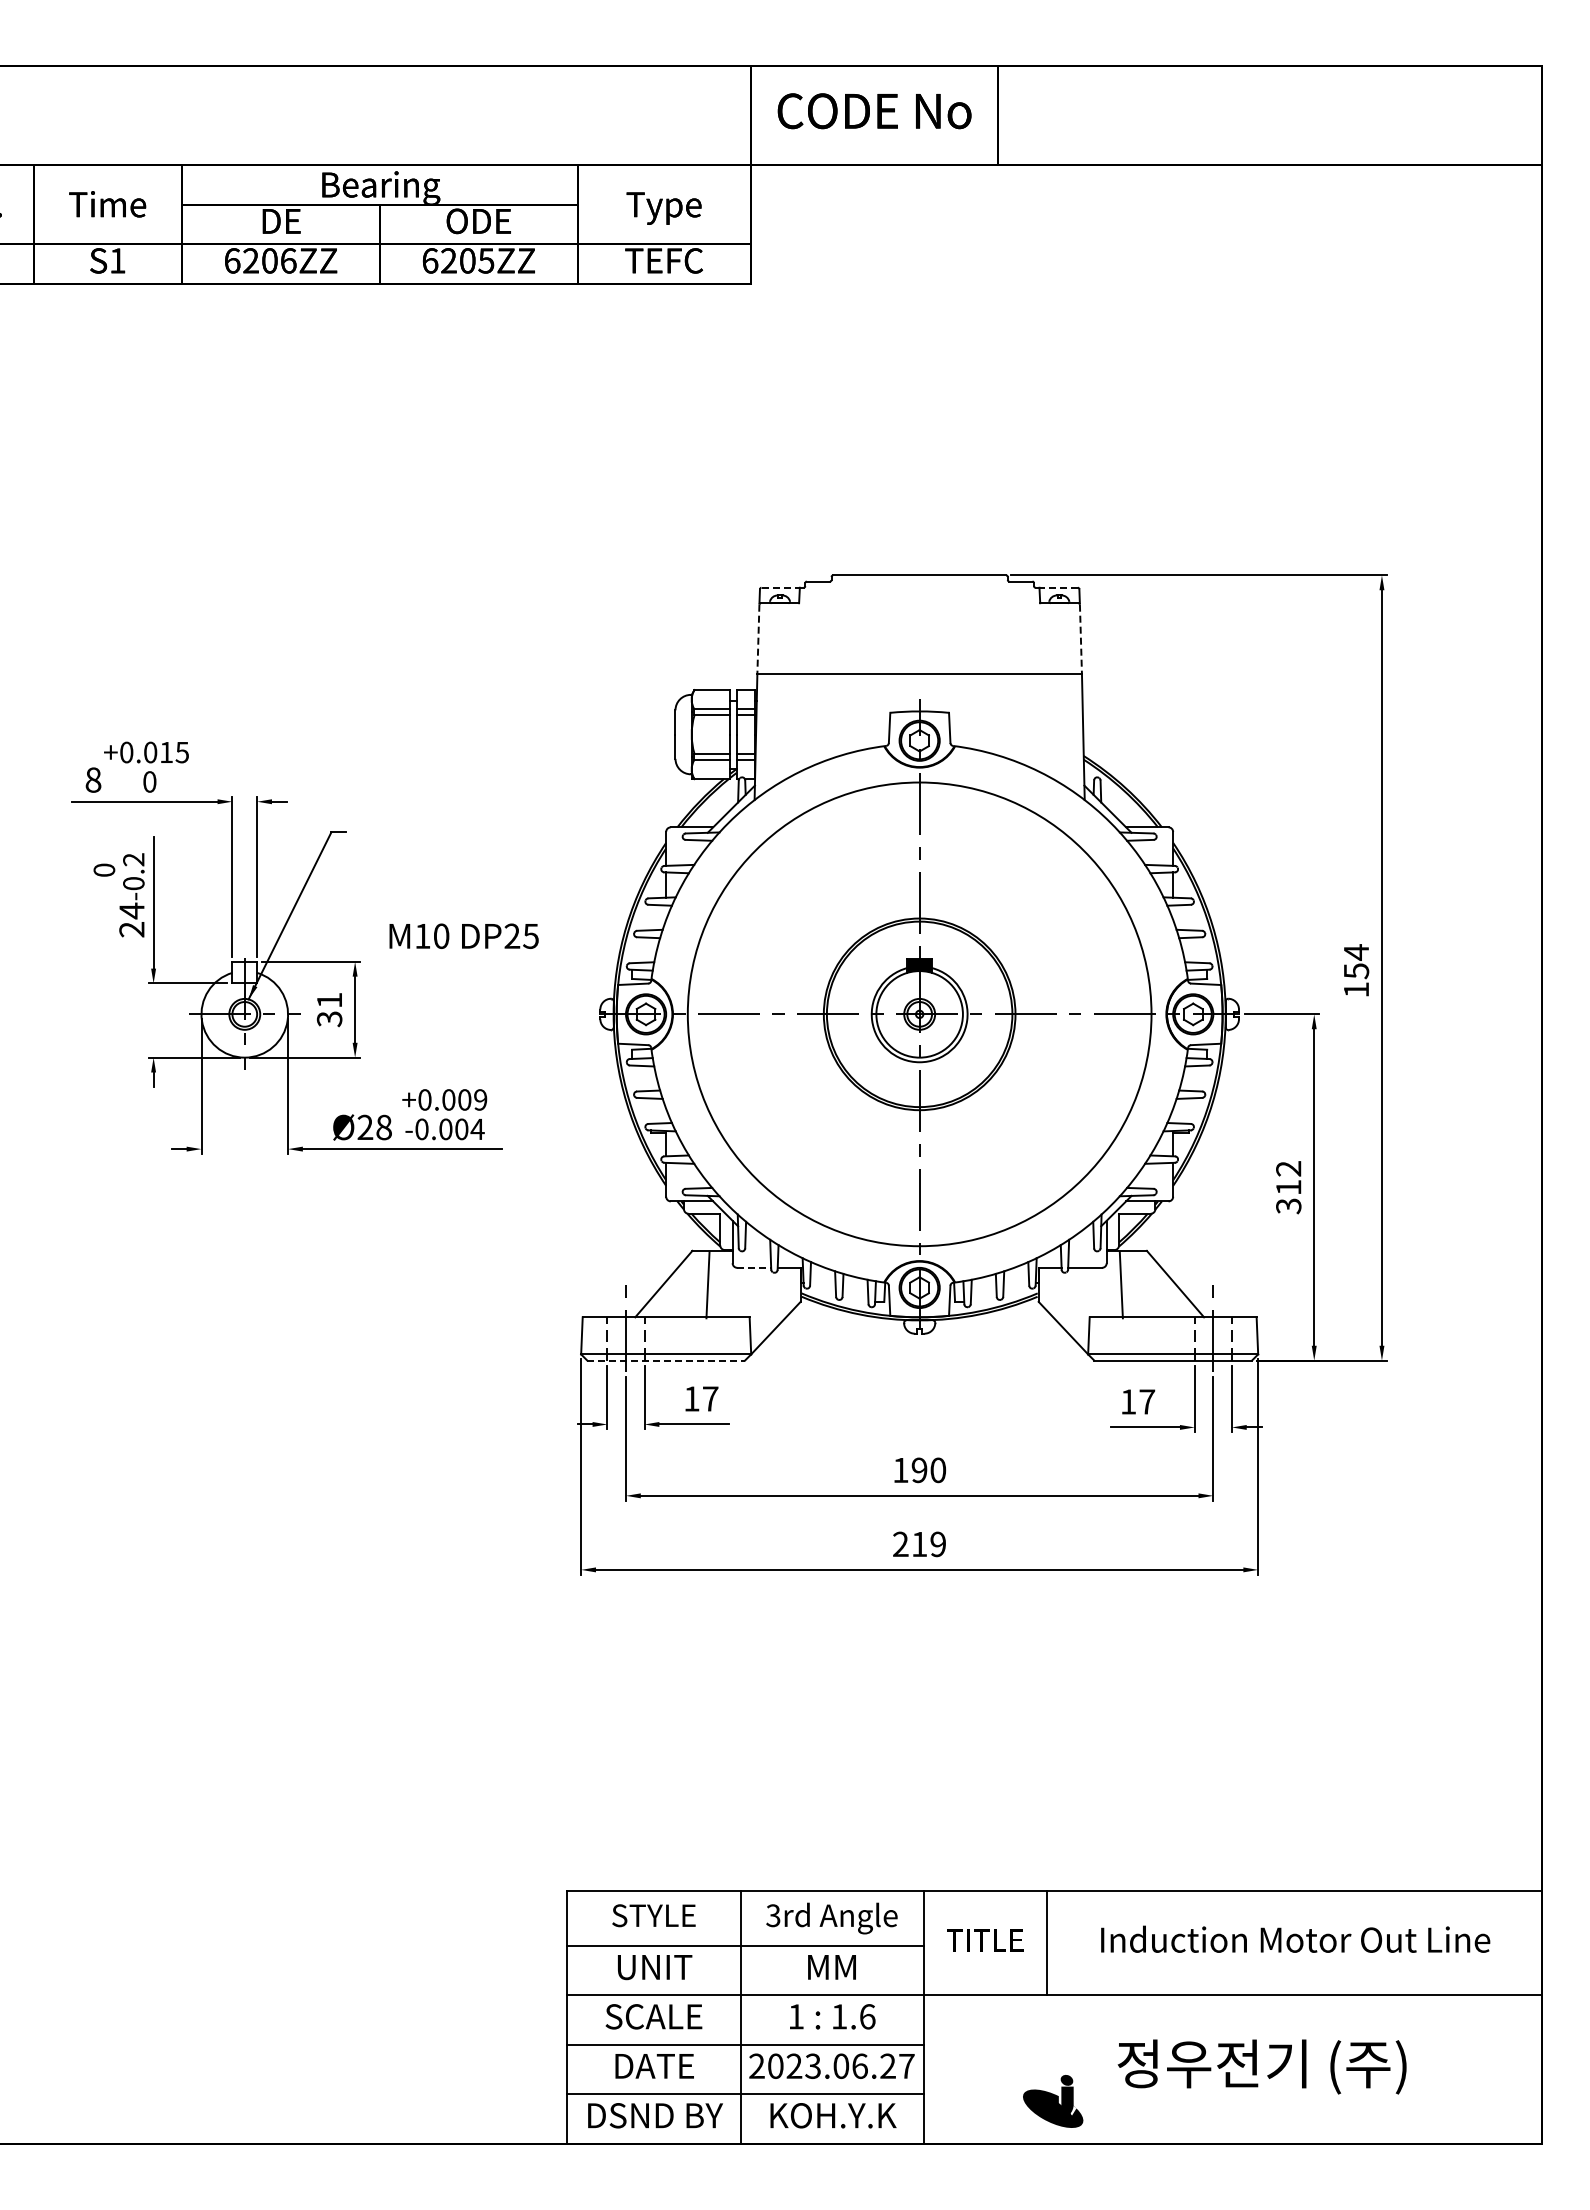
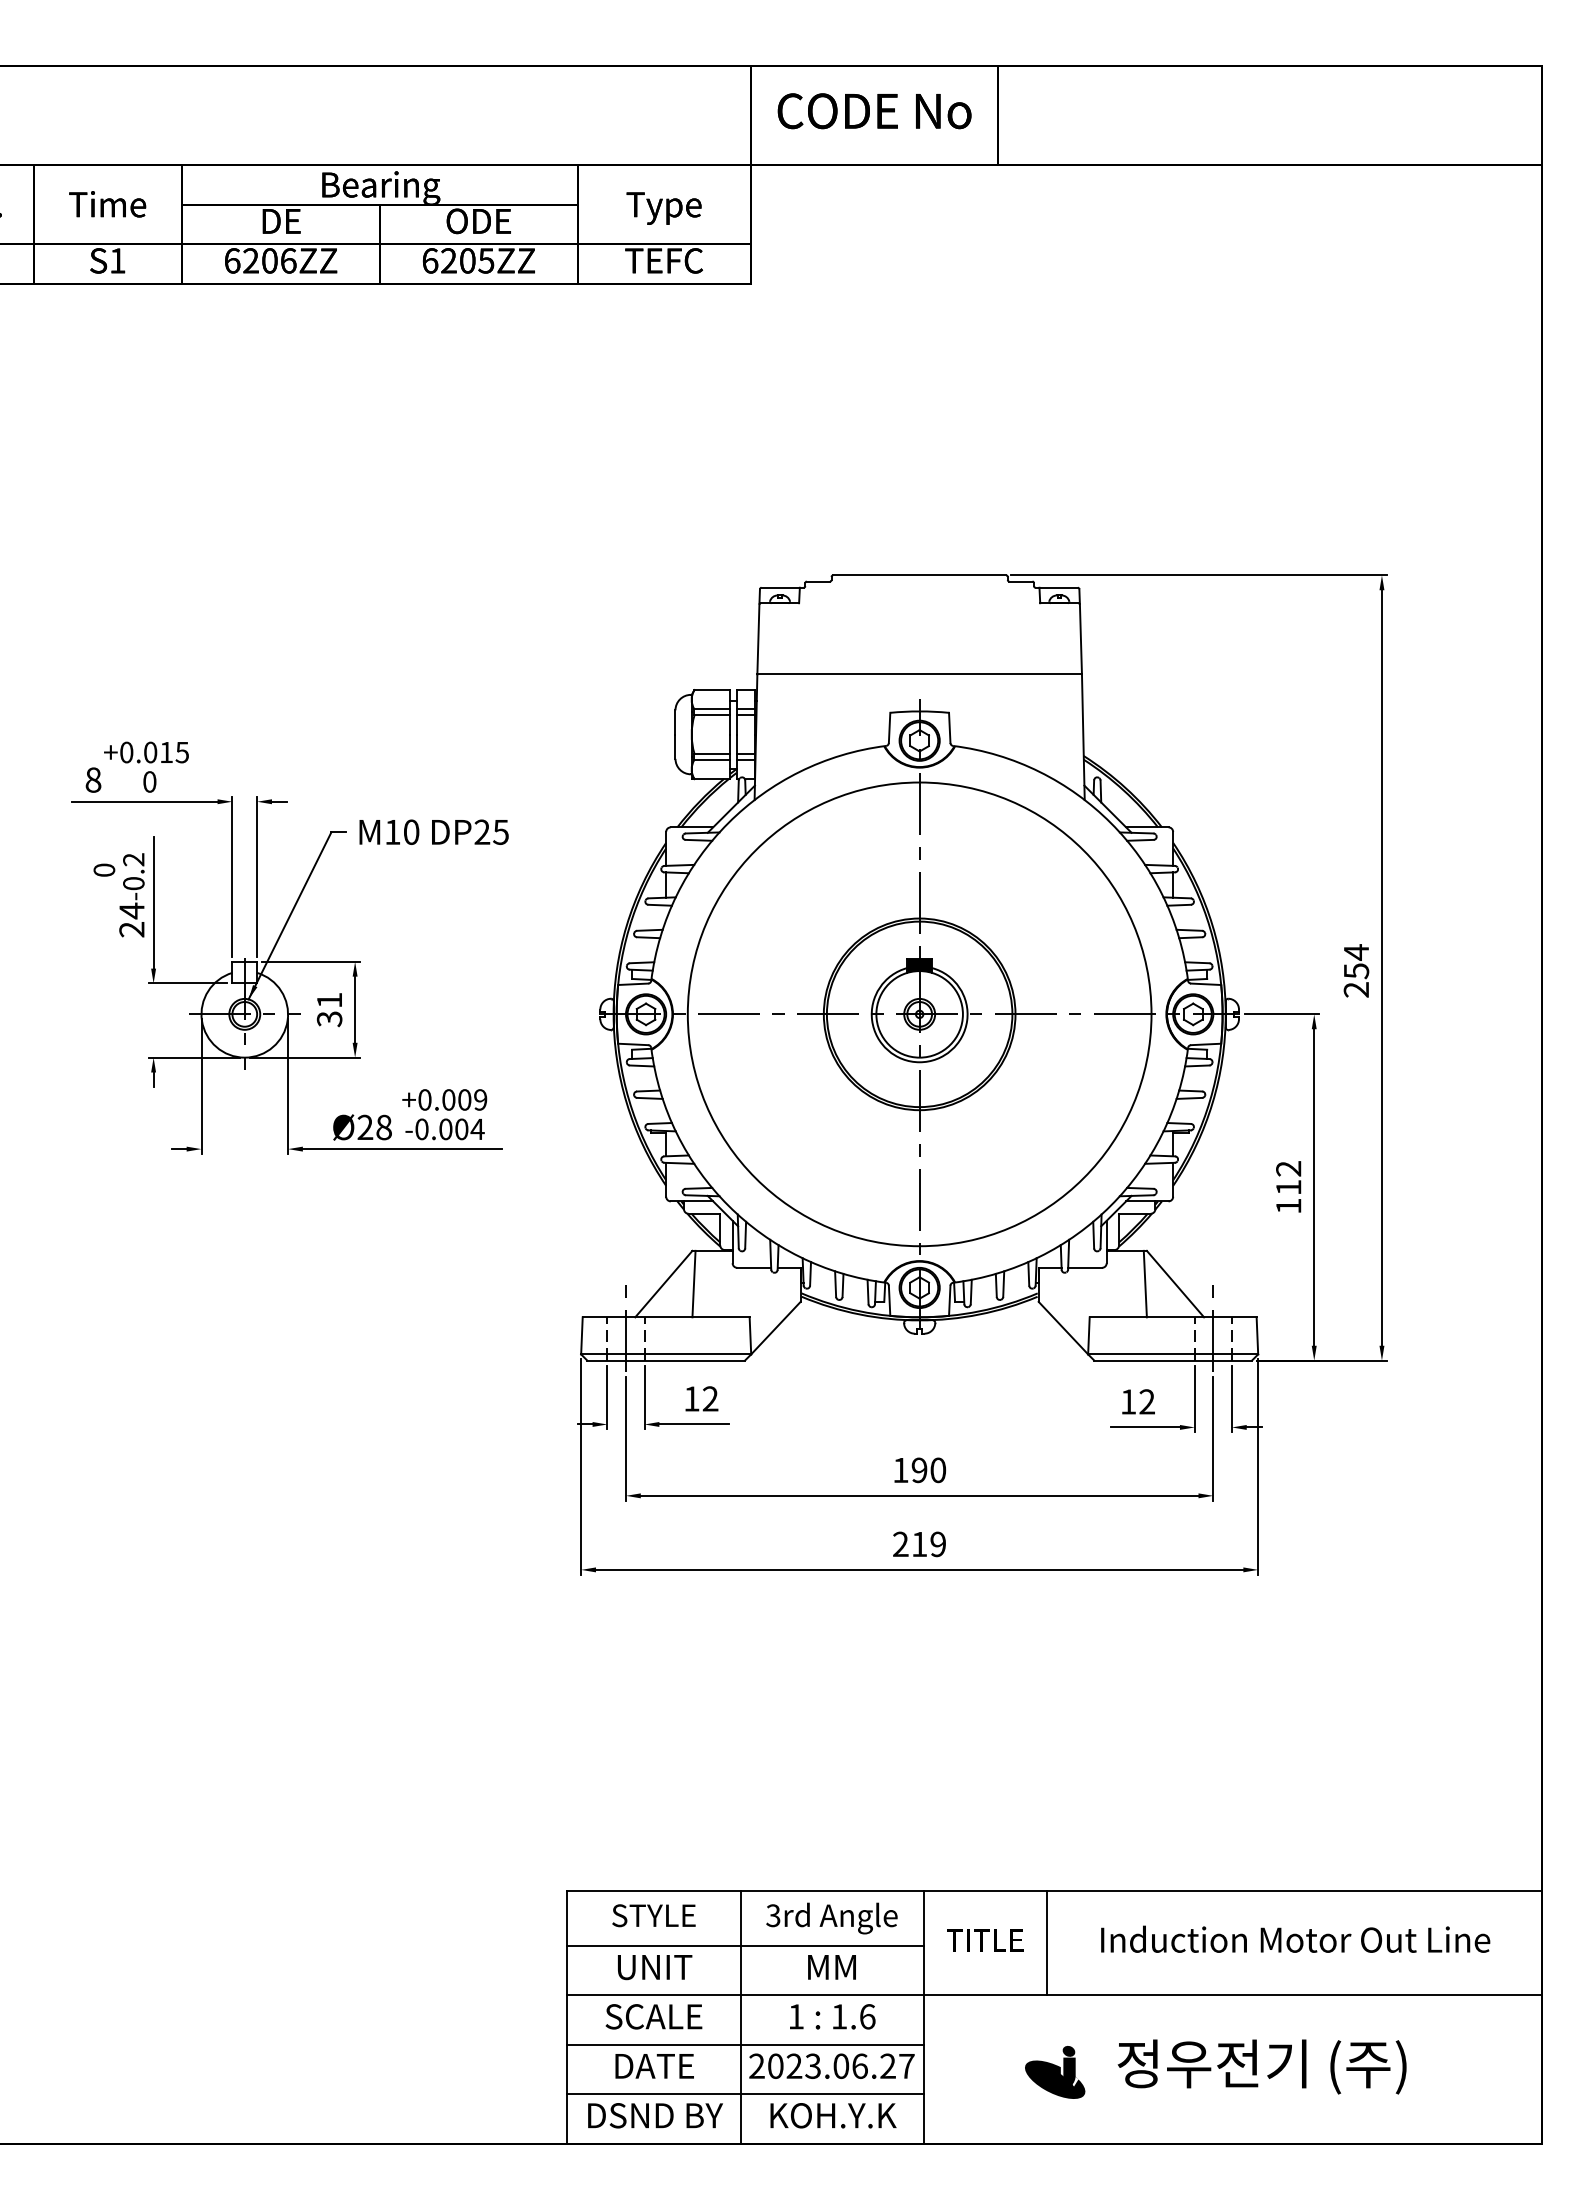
line at (781, 587): dashed -> solid
line at (1058, 587): dashed -> solid
line at (758, 639): dashed -> solid
line at (1080, 639): dashed -> solid
text at (463, 935) position: (463, 935) -> (433, 831)
text at (1355, 989): 154 -> 254
text at (1288, 1206): 312 -> 112
line at (754, 1267): dashed -> solid
line at (707, 1284) position: (707, 1284) -> (693, 1283)
line at (1120, 1284) position: (1120, 1284) -> (1144, 1283)
line at (666, 1360): dashed -> solid
text at (710, 1398): 17 -> 12
text at (1147, 1401): 17 -> 12
part at (1053, 2101) position: (1053, 2101) -> (1055, 2072)
